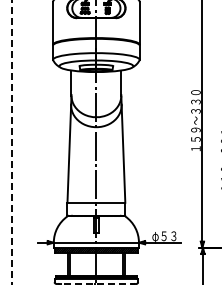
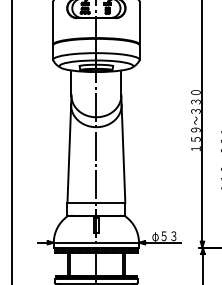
line at (11, 142): dashed -> solid
line at (95, 283): dashed -> solid
